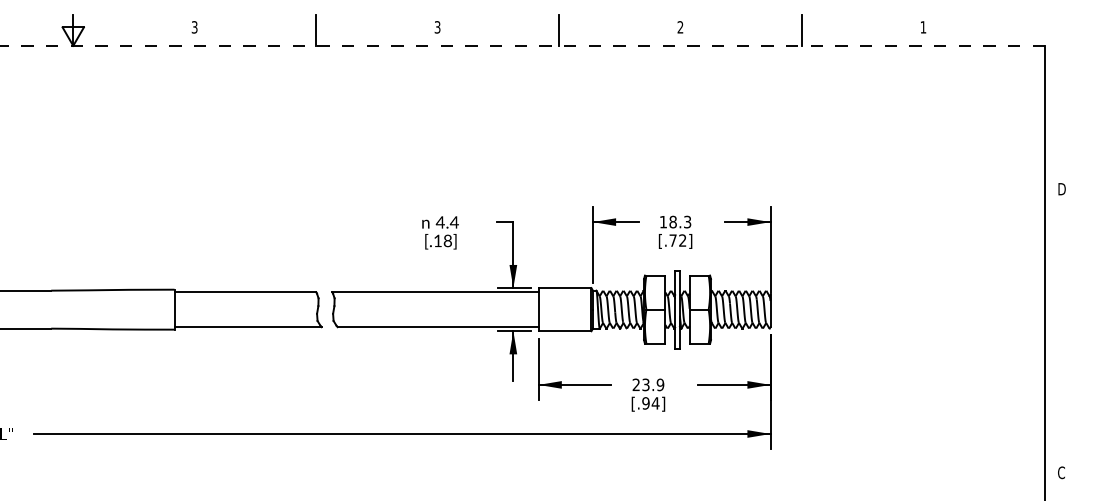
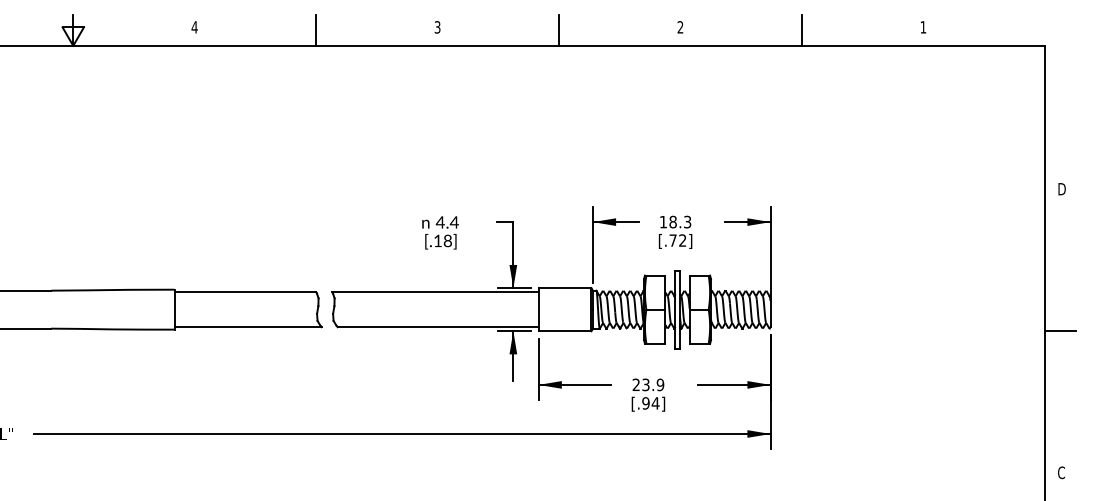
text at (194, 27): 3 -> 4
line at (522, 45): dashed -> solid
line at (1059, 331): none -> present
